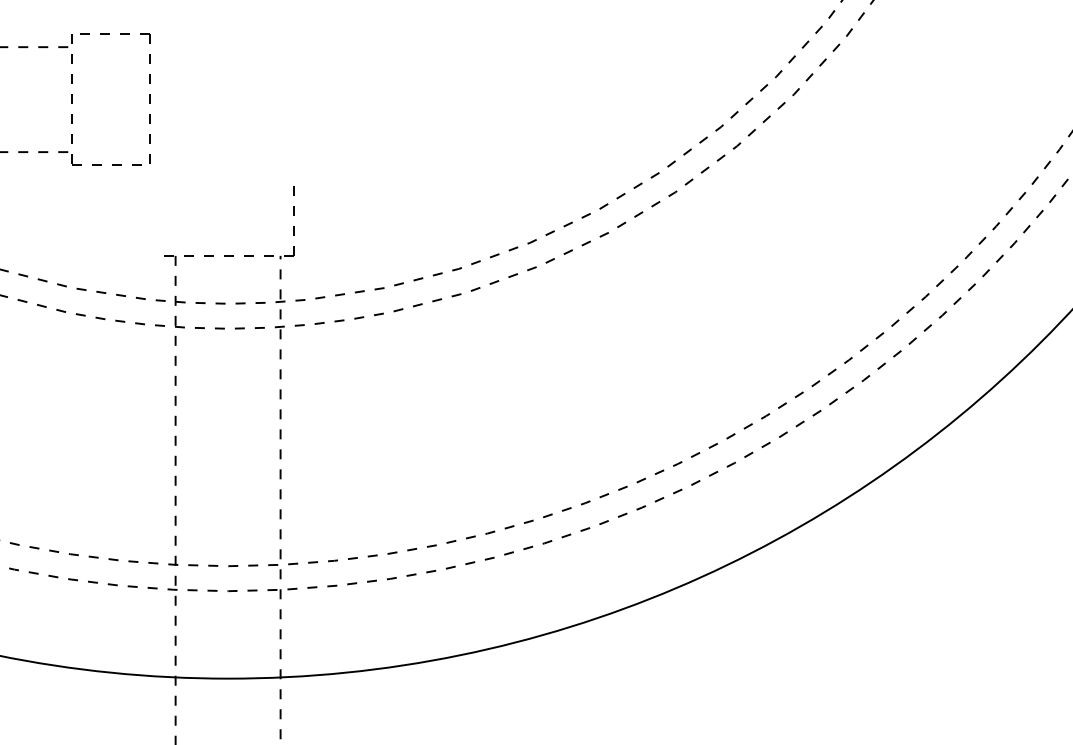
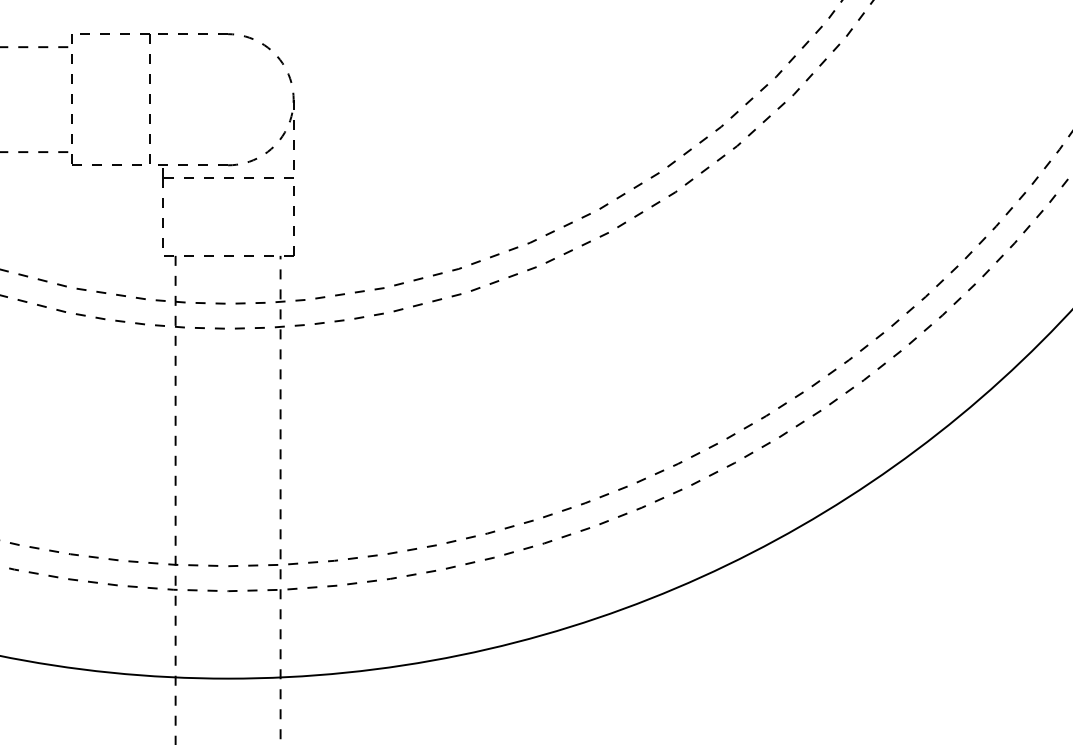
part at (226, 164): none -> present
